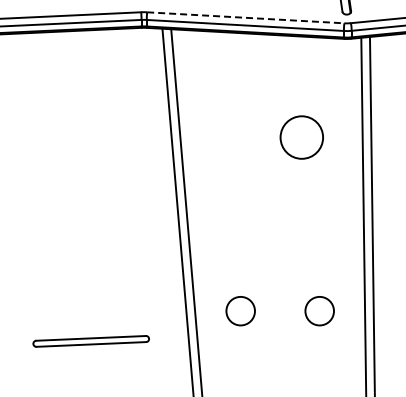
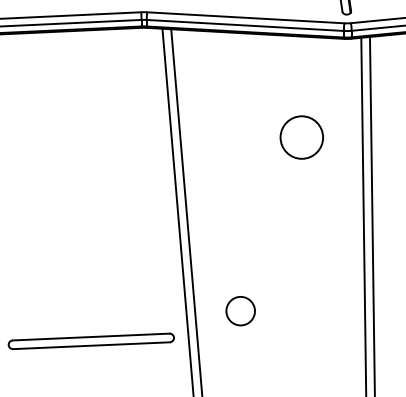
line at (245, 17): dashed -> solid
circle at (319, 311): present -> none
part at (90, 341) size: 118x13 px -> 168x19 px
